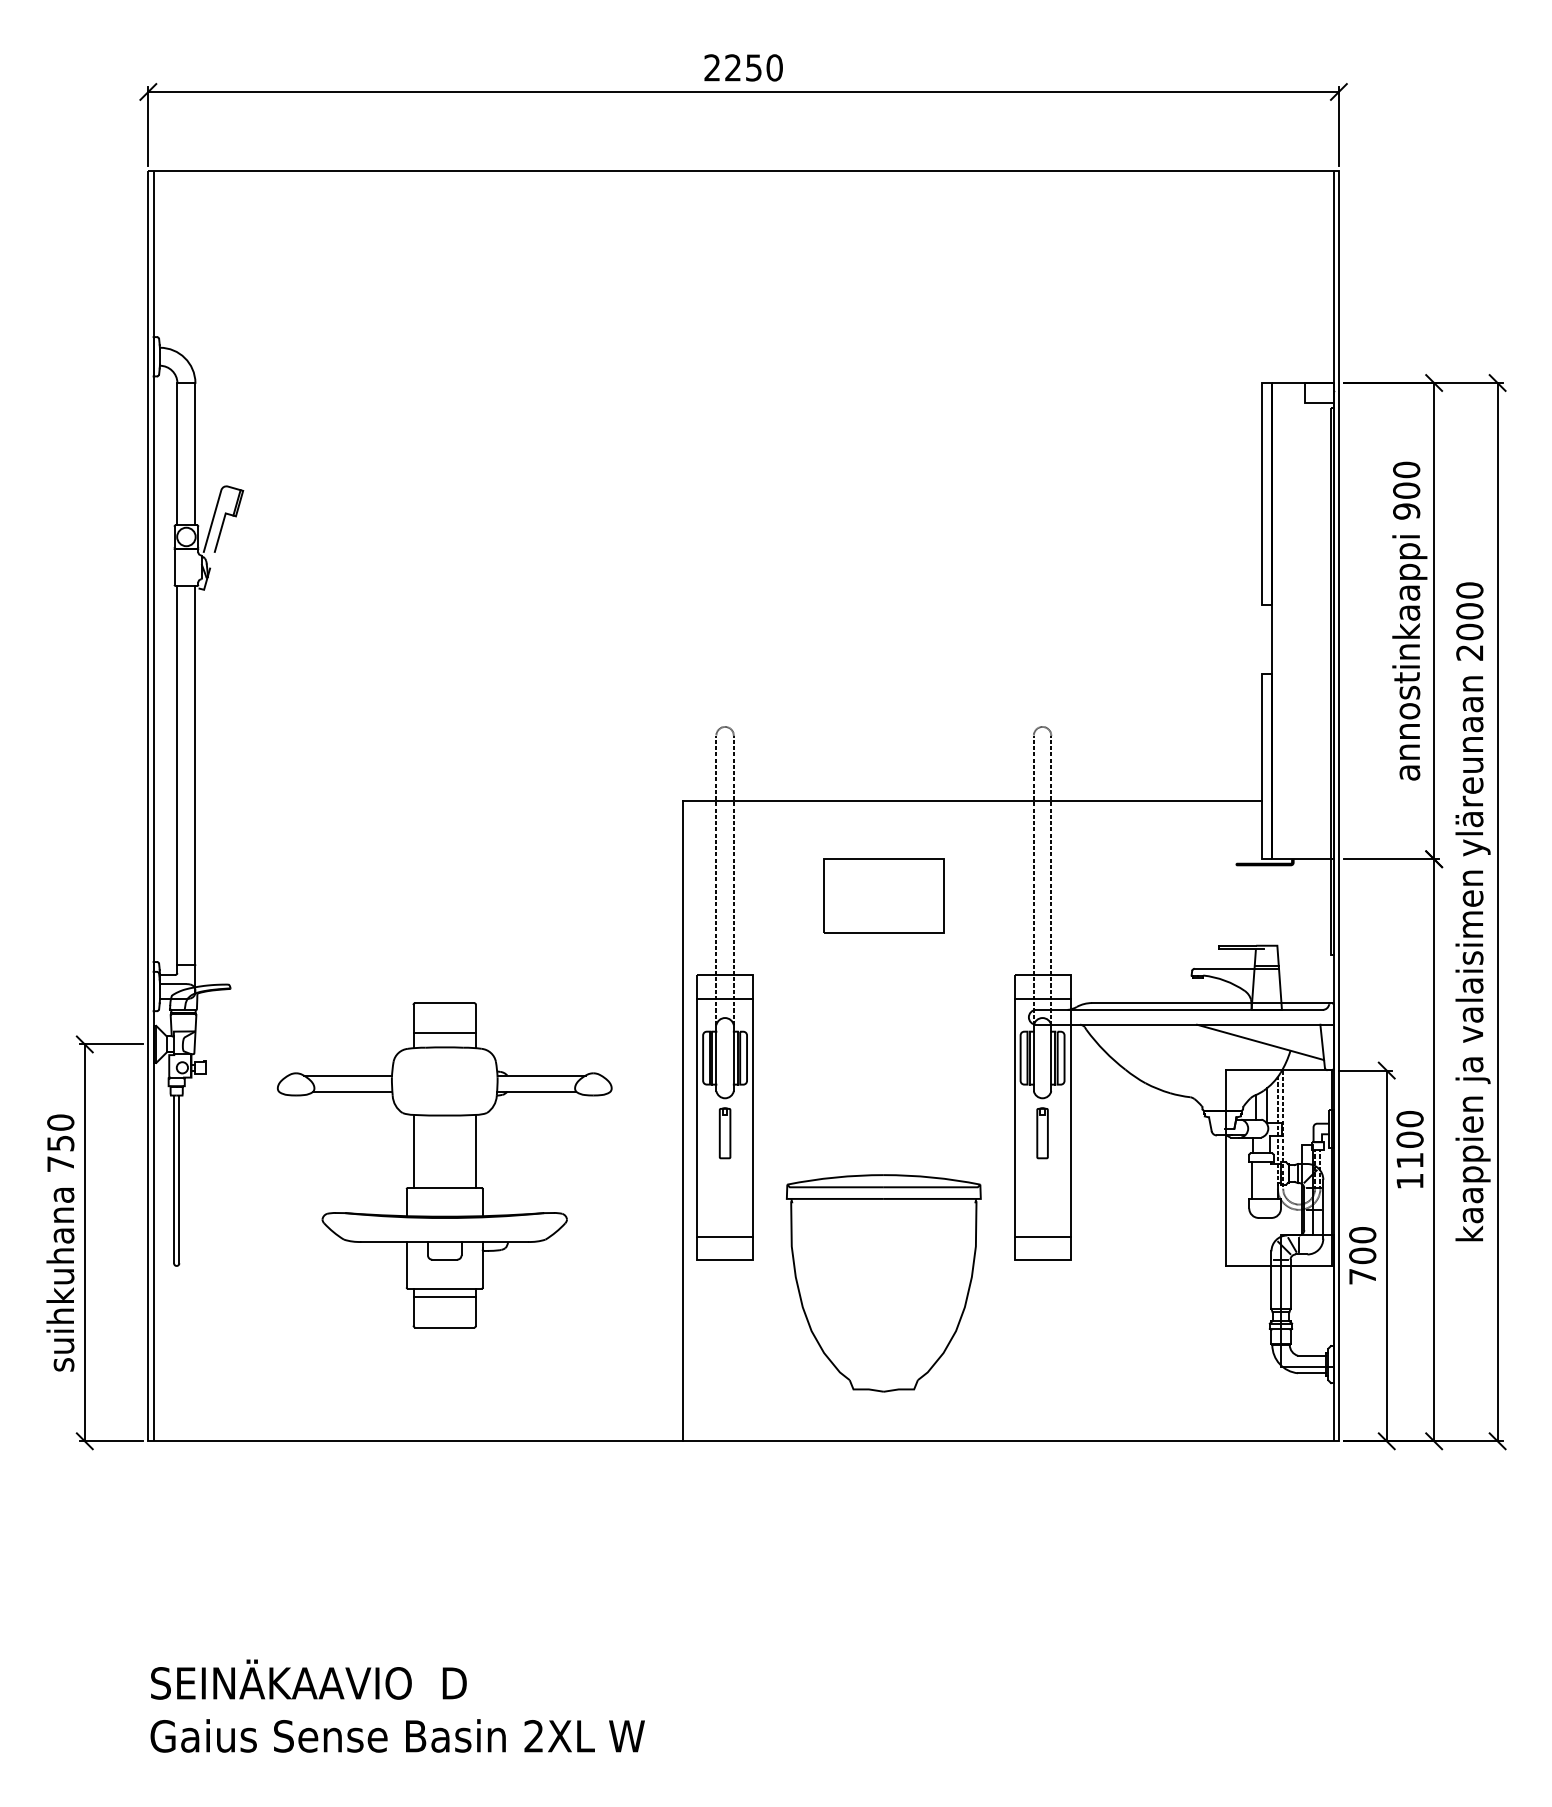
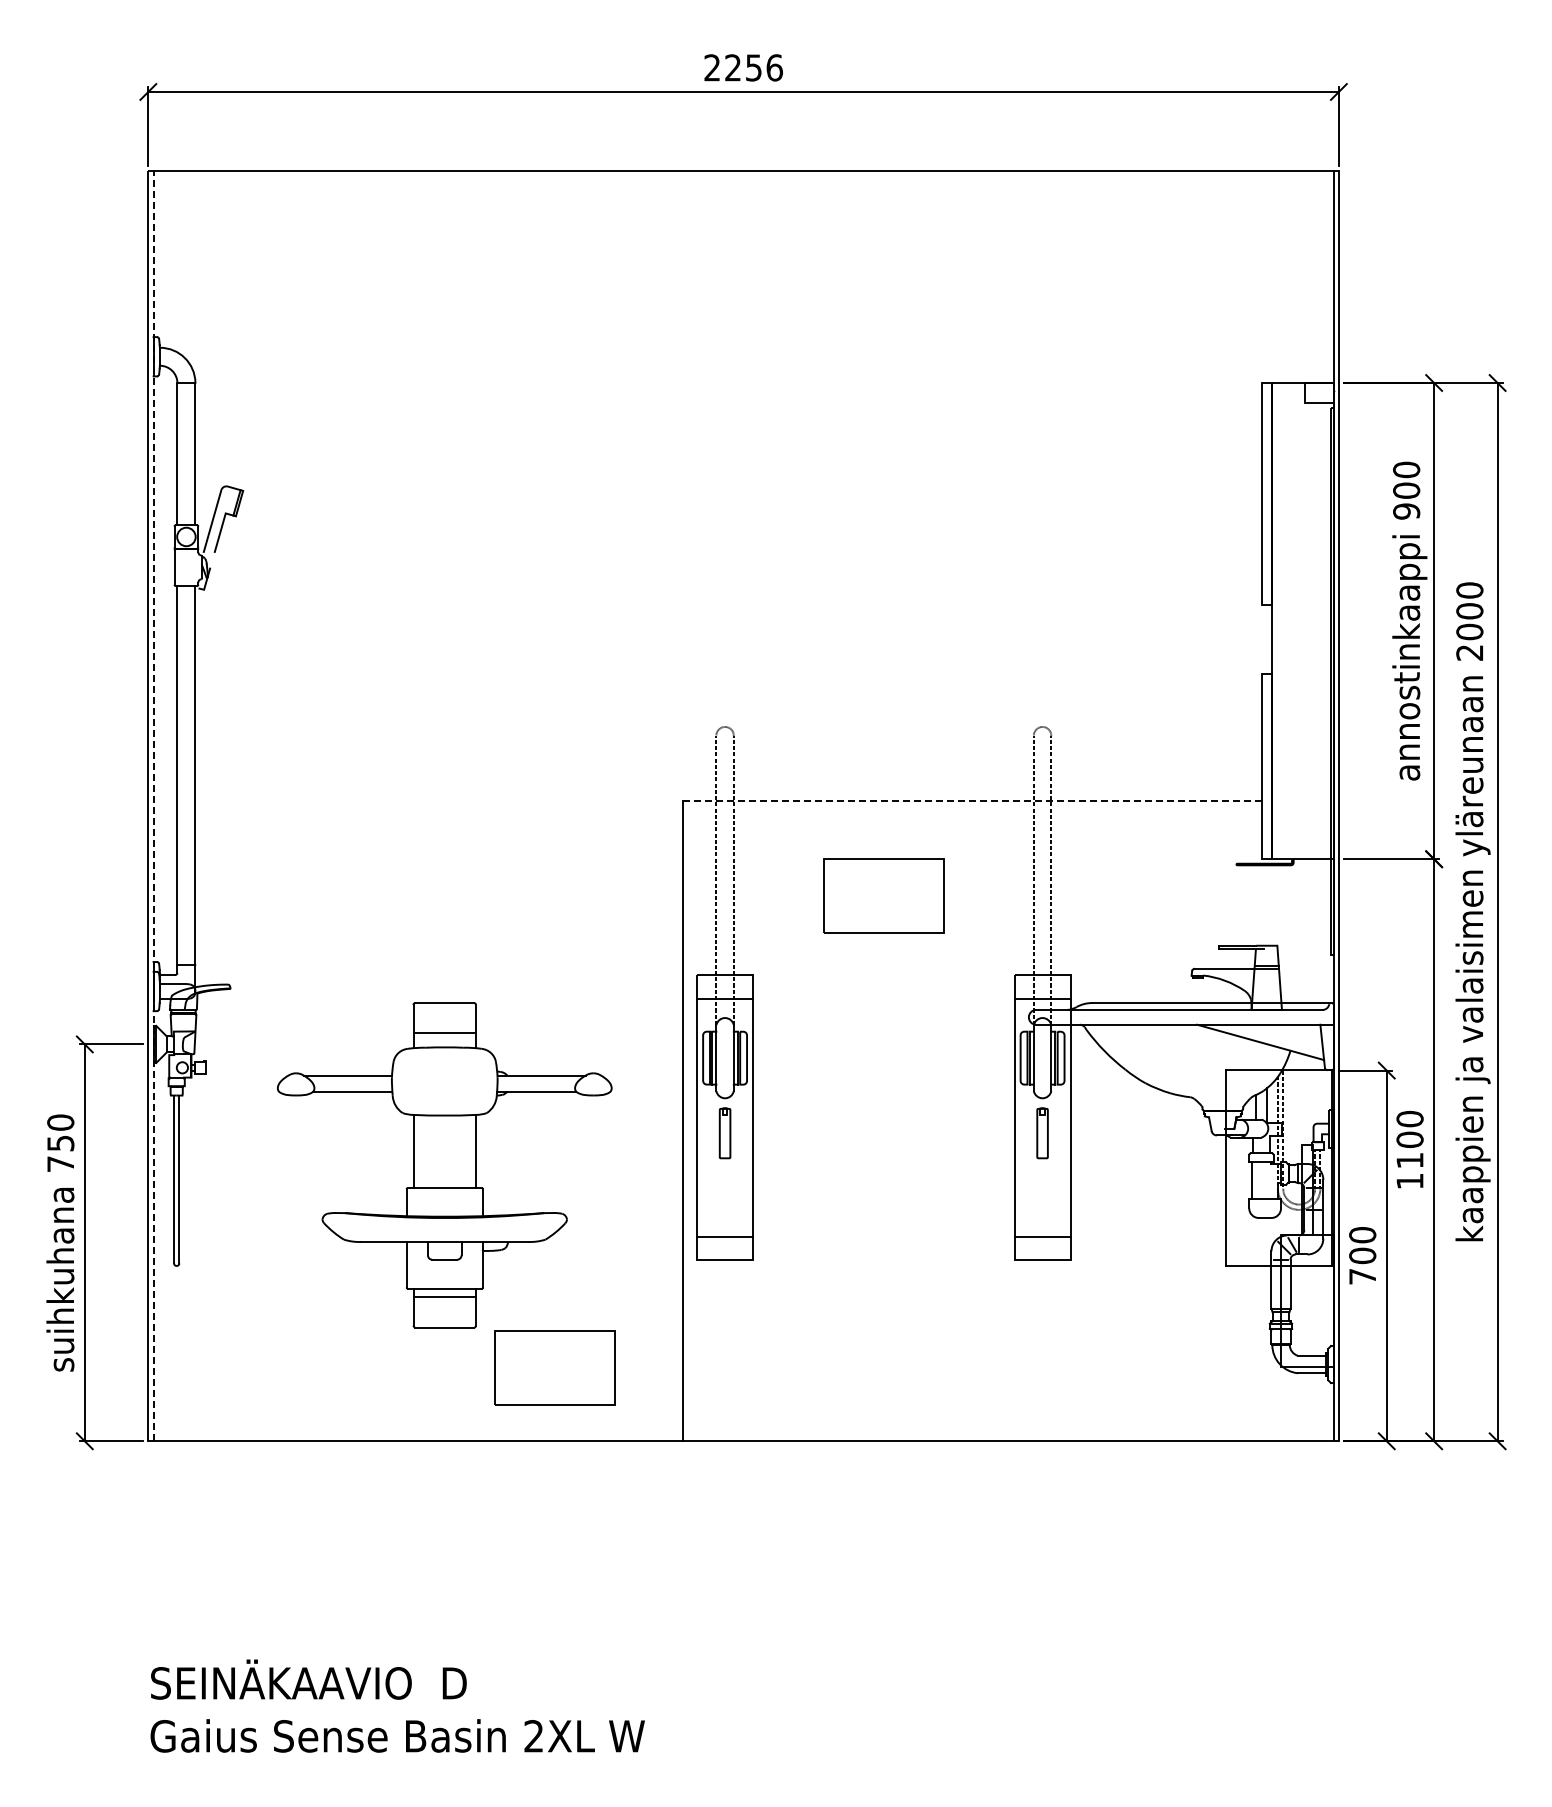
text at (774, 67): 2250 -> 2256
line at (972, 801): solid -> dashed
line at (153, 806): solid -> dashed
part at (883, 1283): present -> none
part at (554, 1367): none -> present
